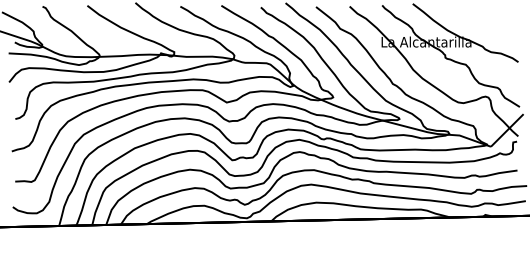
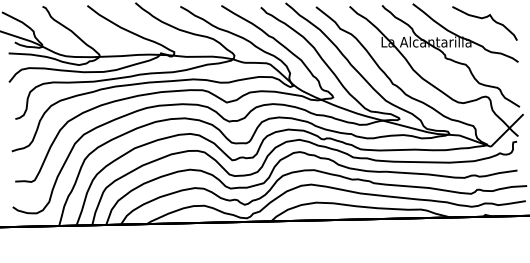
curve at (482, 19): none -> present
